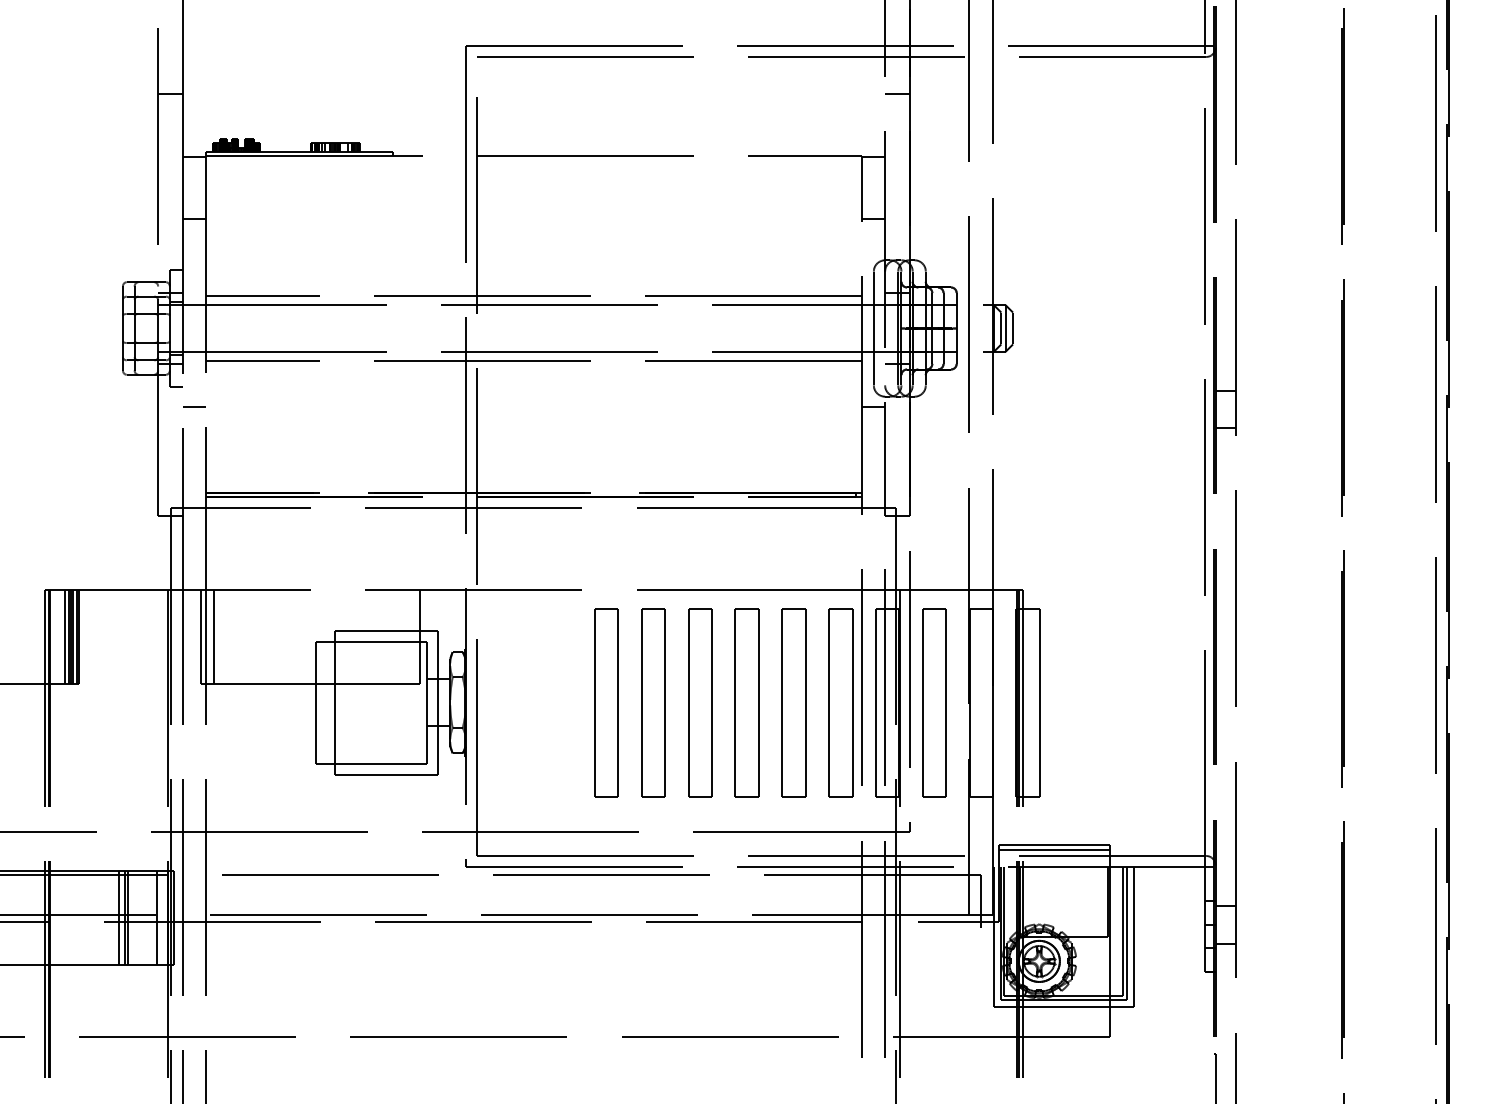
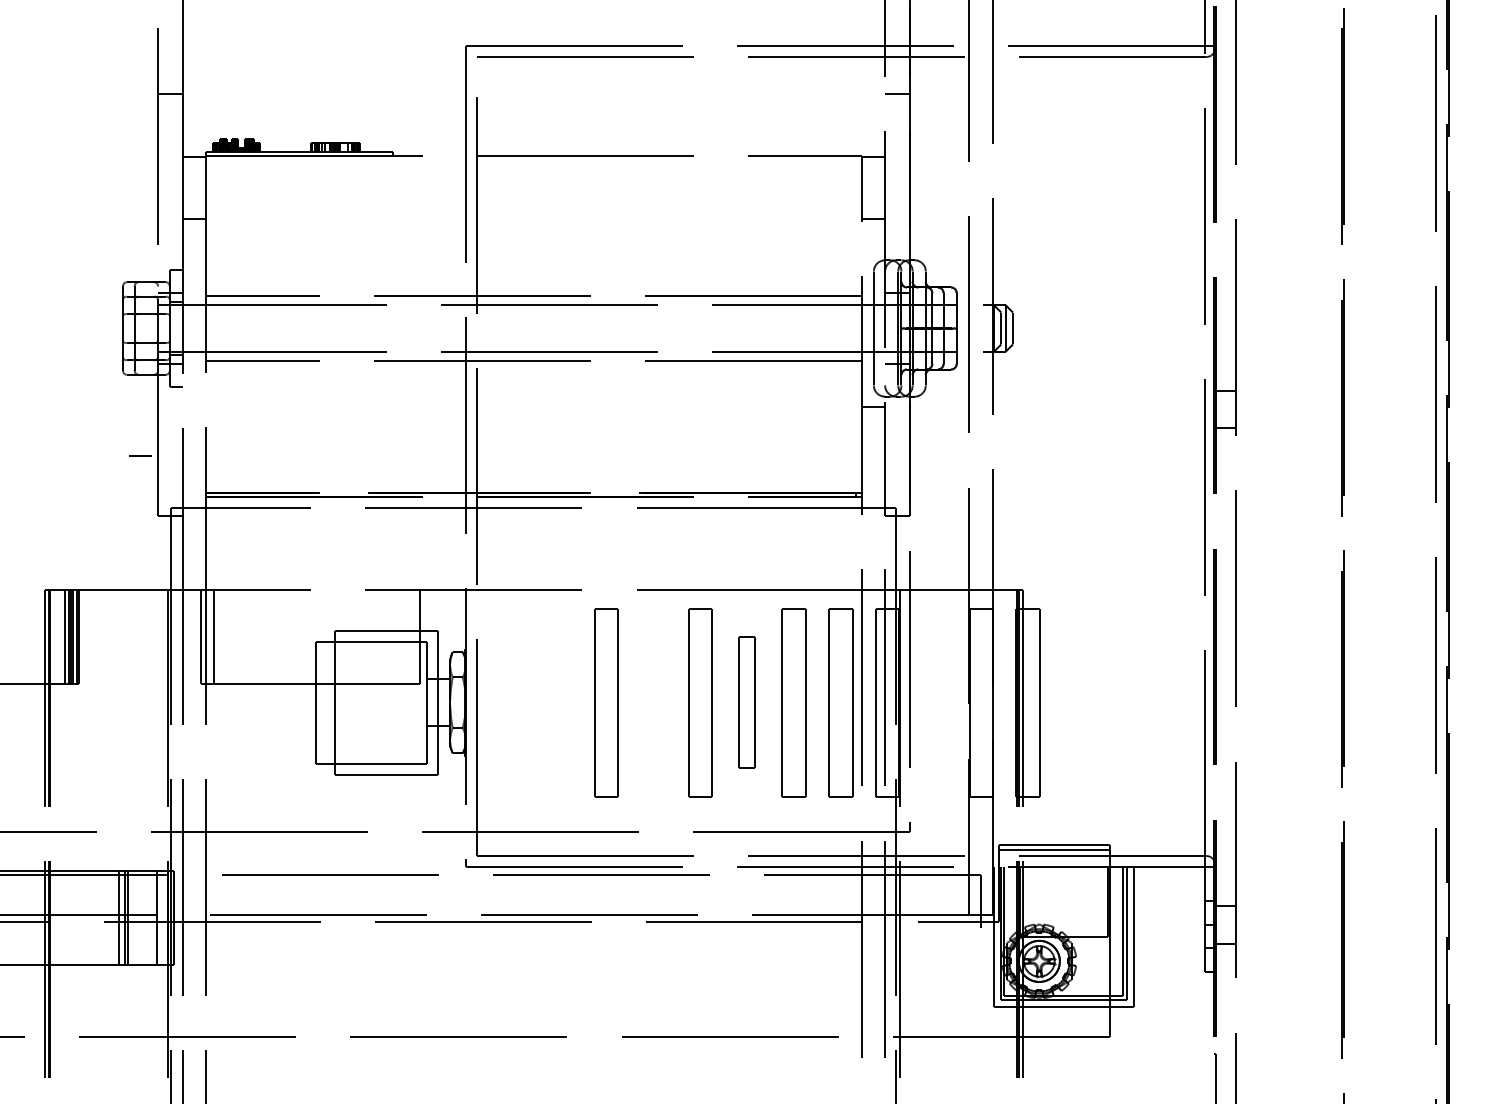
line at (194, 406) position: (194, 406) -> (140, 455)
part at (653, 702): present -> none
part at (746, 702) size: 26x190 px -> 18x133 px
part at (934, 702): present -> none
